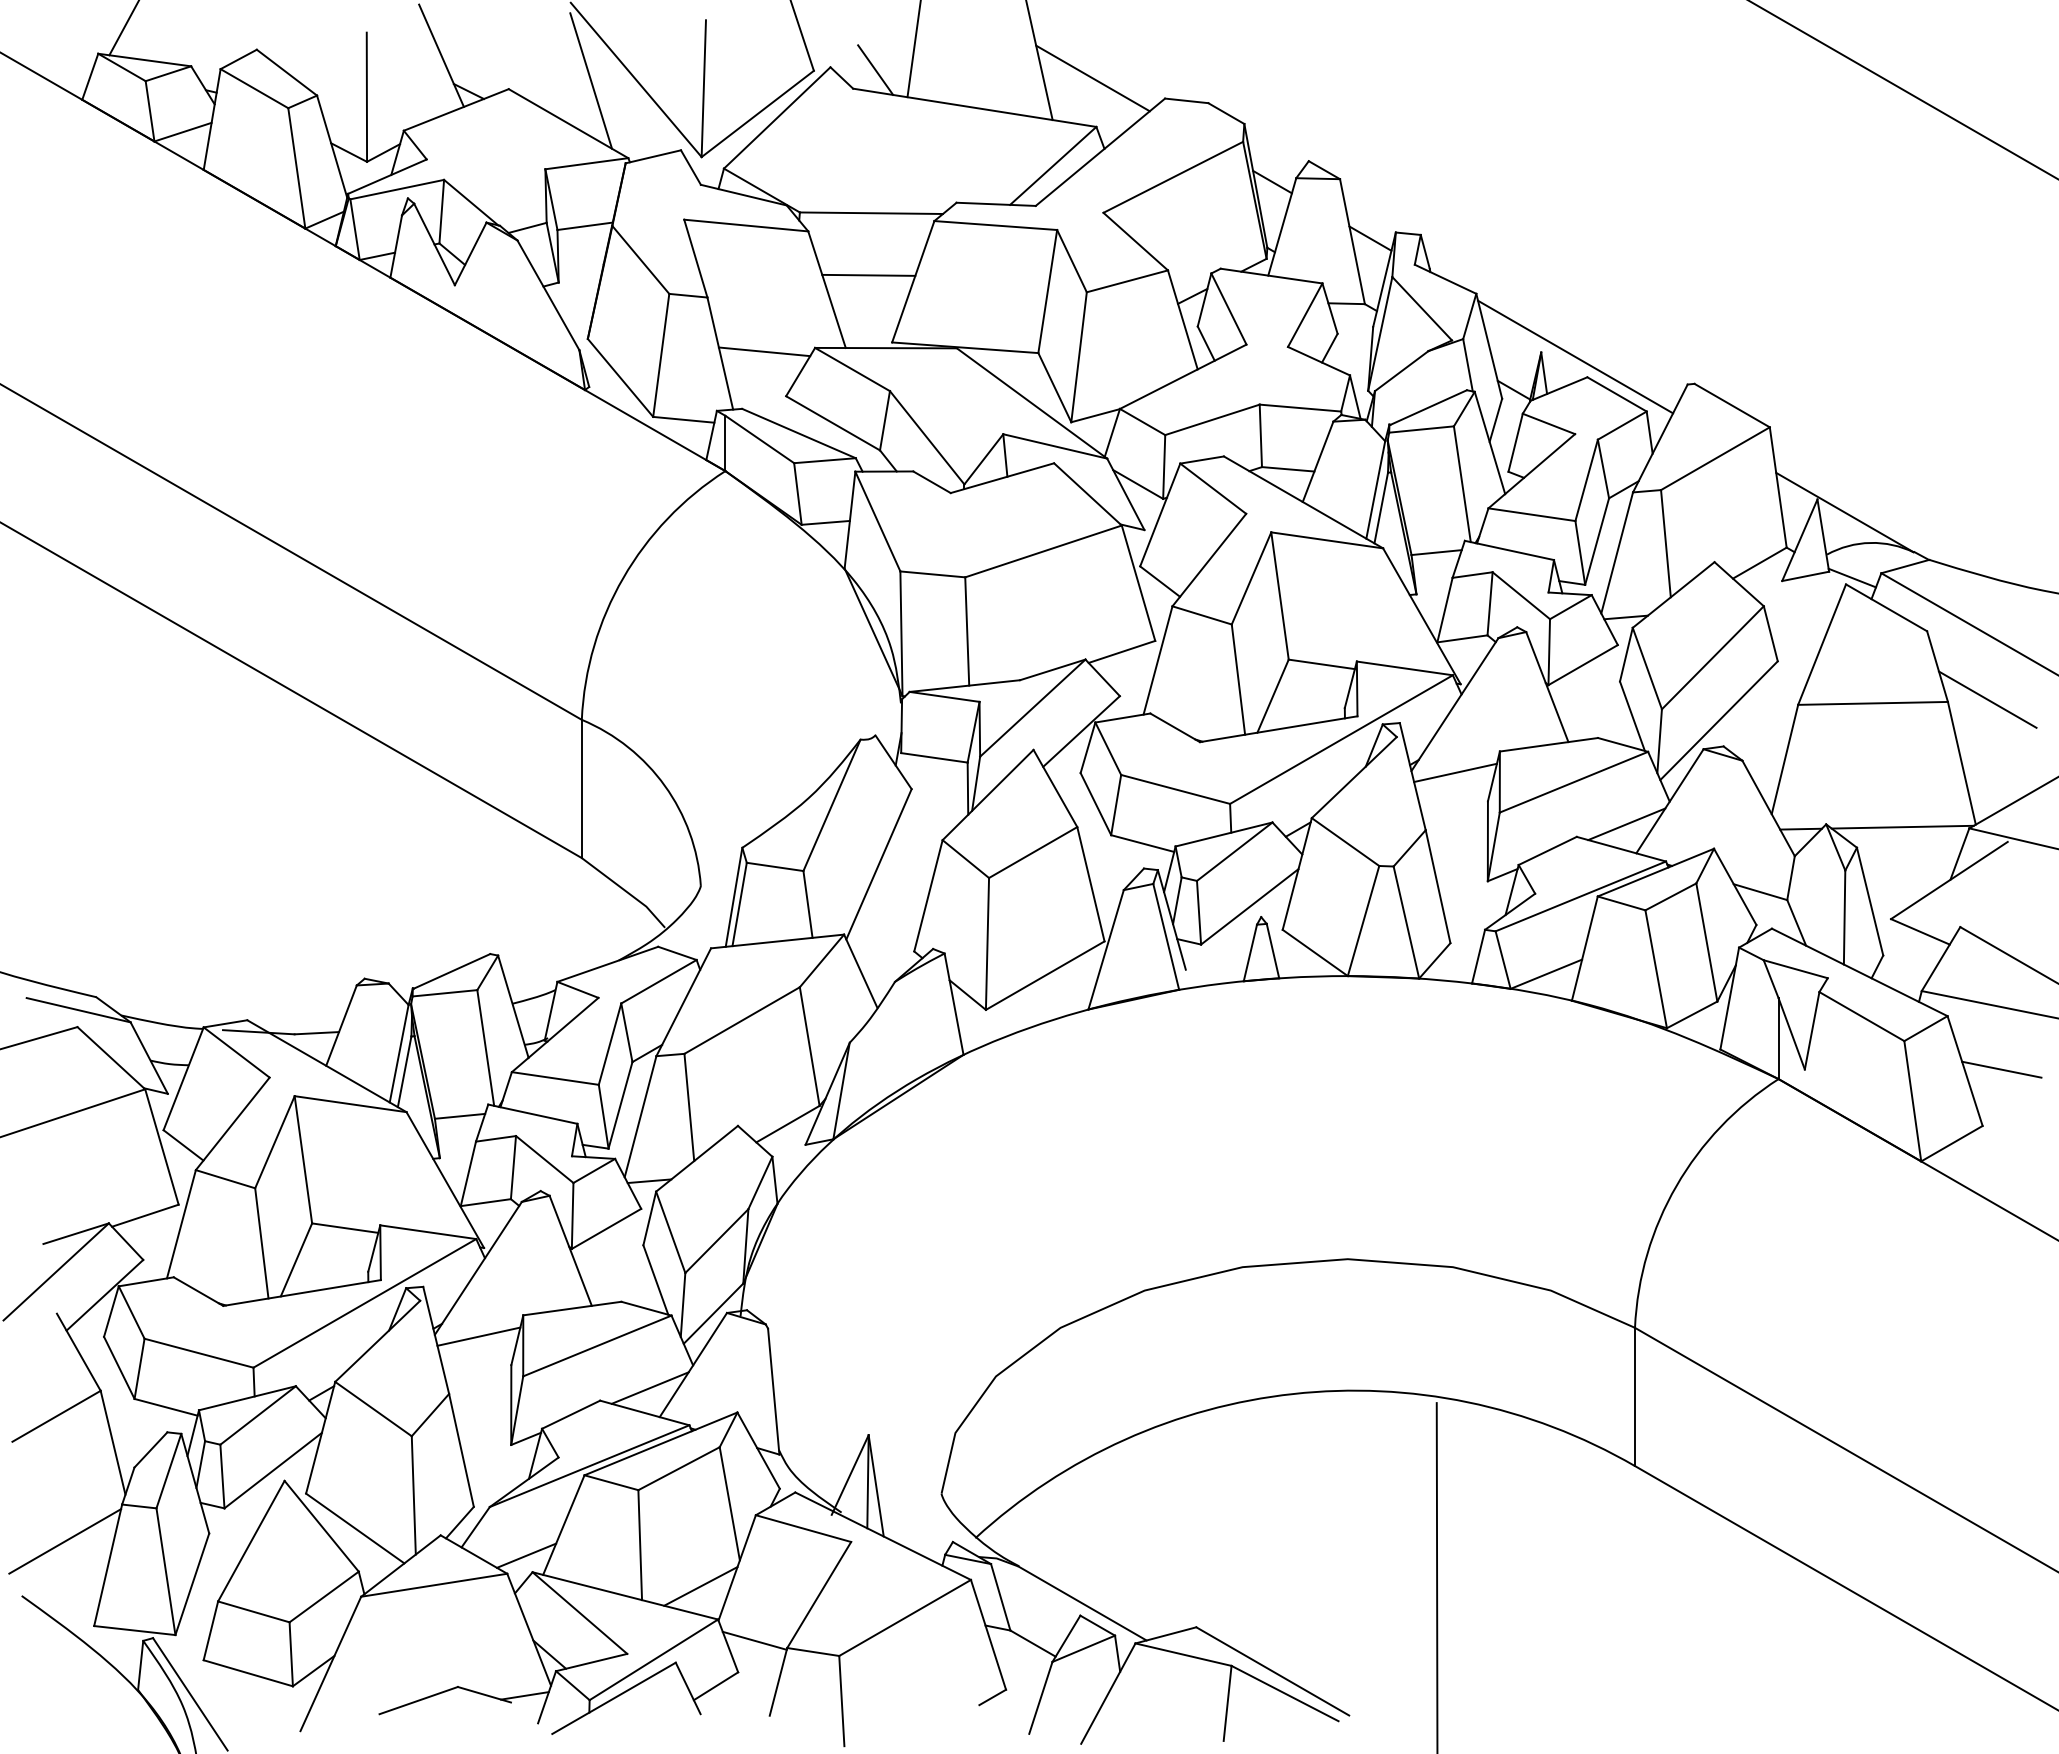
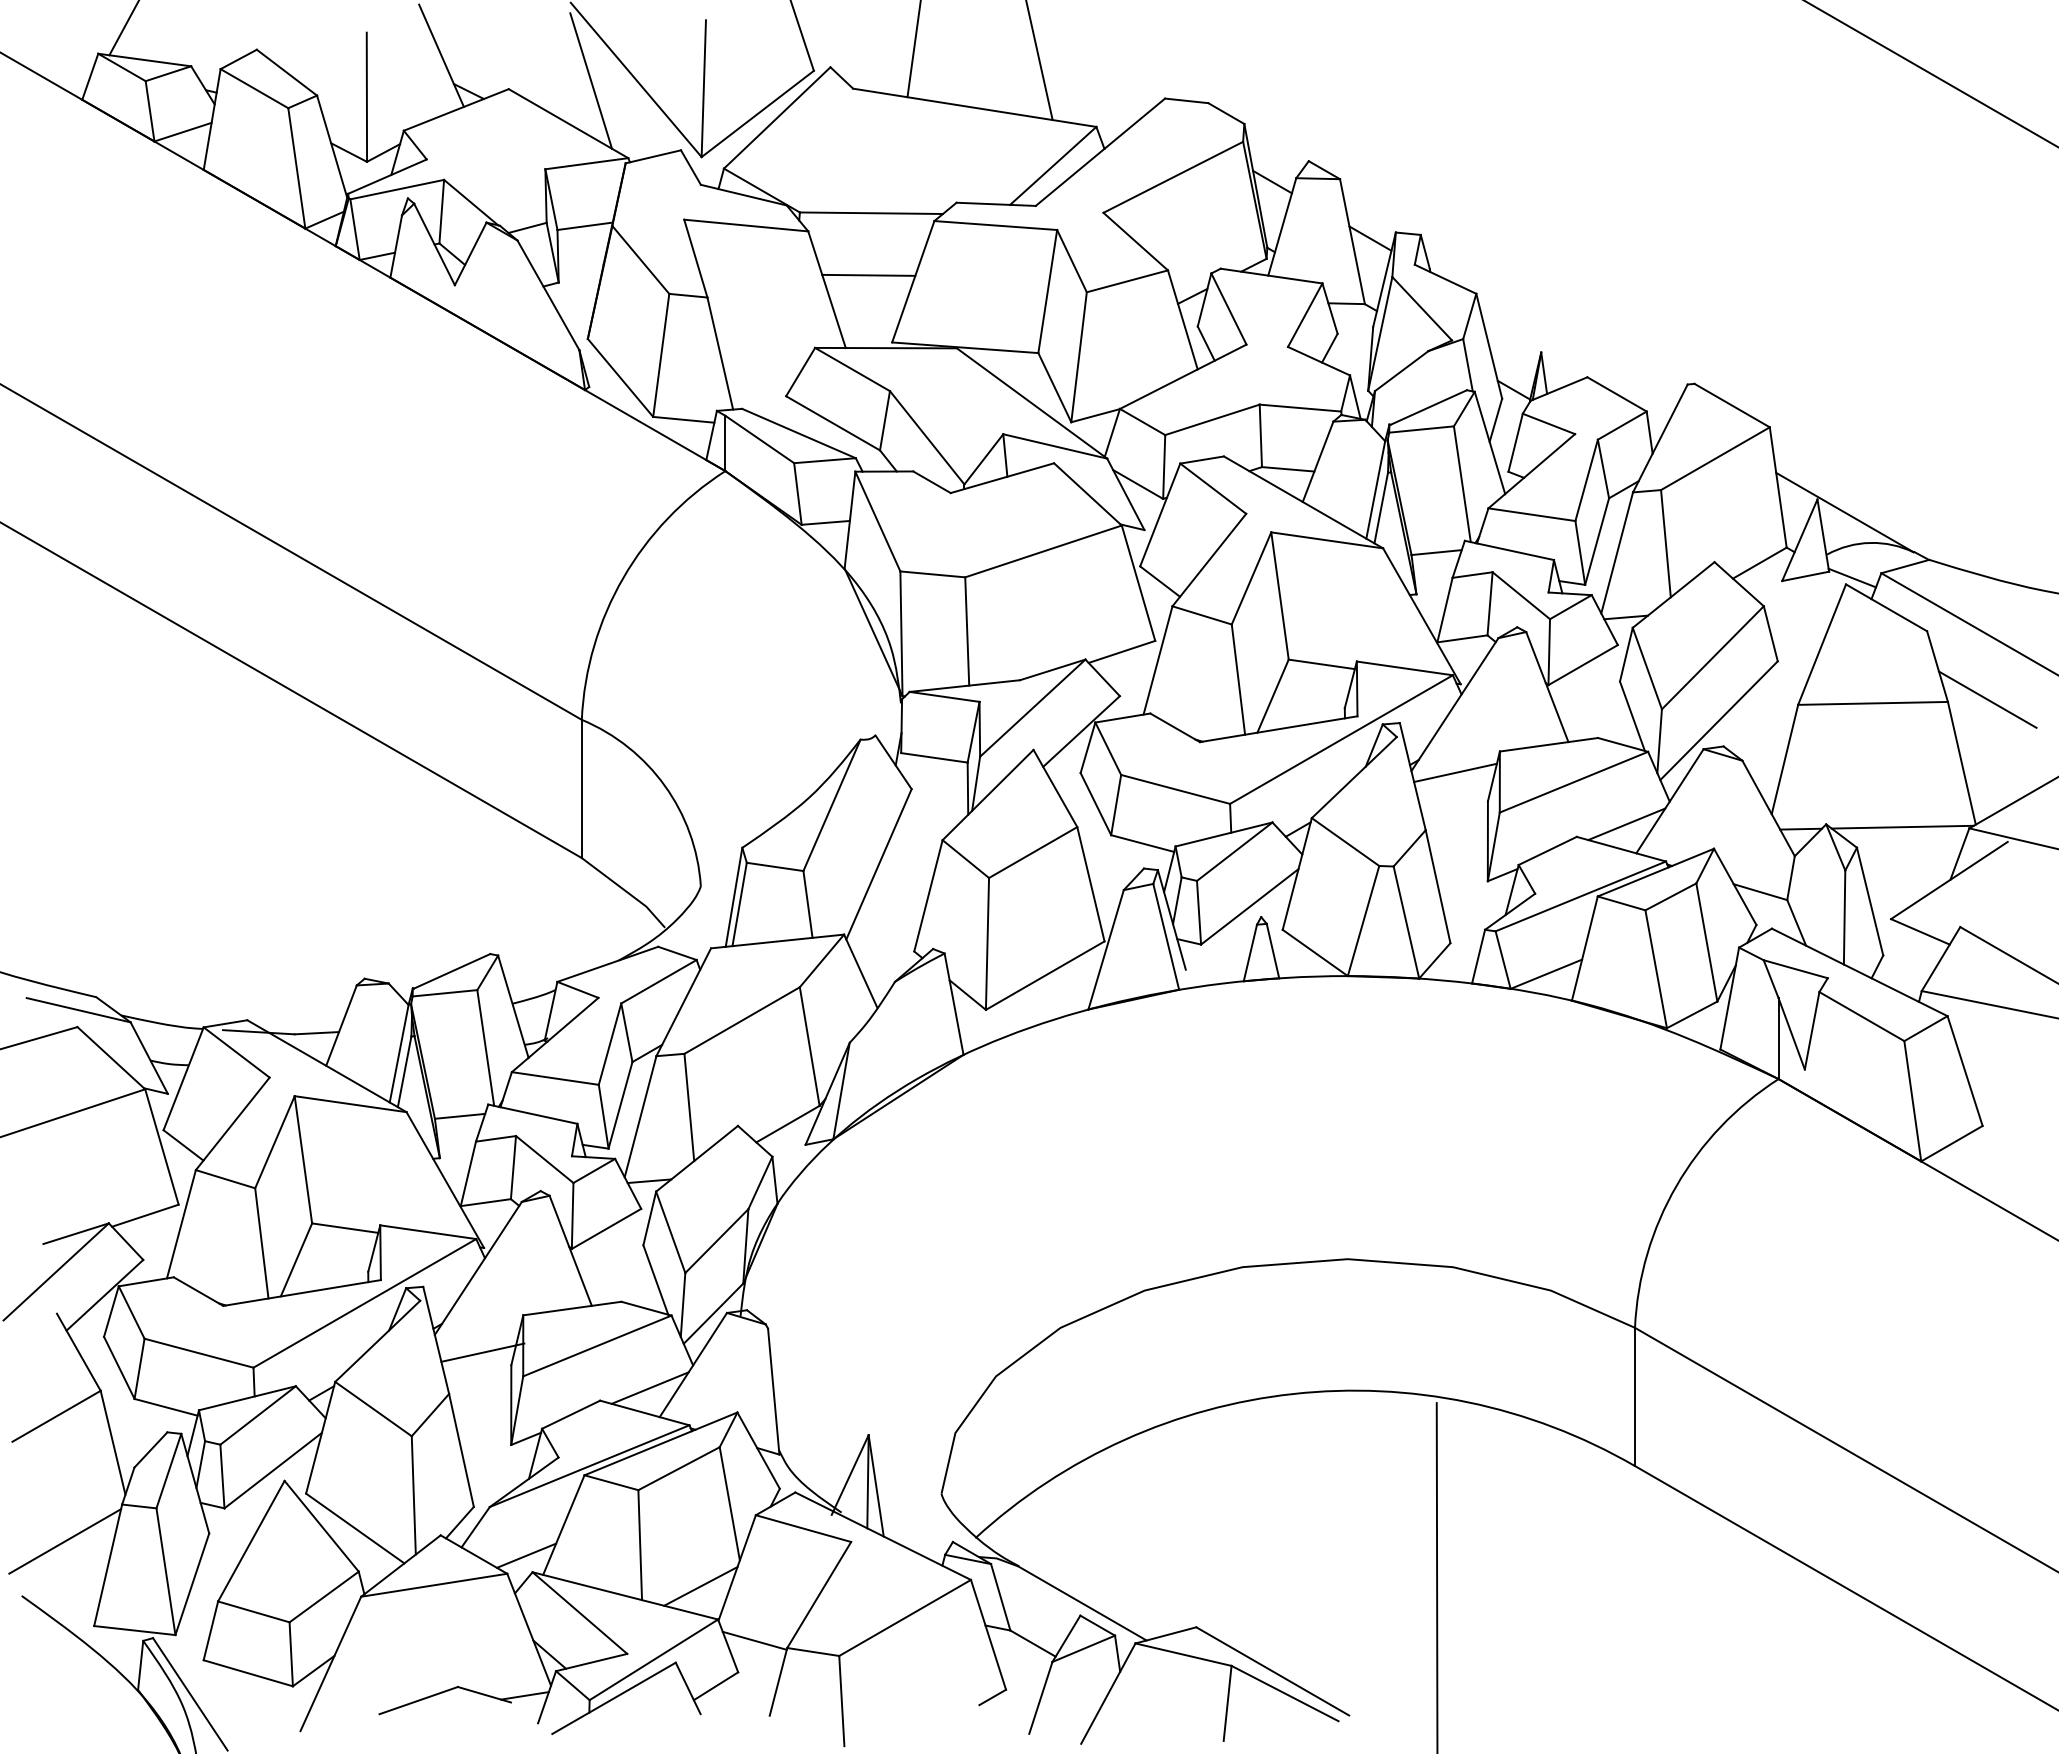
line at (875, 69): present -> none
line at (1092, 78): present -> none
line at (1903, 89) position: (1903, 89) -> (1931, 73)
line at (764, 351): present -> none
line at (1575, 356): present -> none
line at (2001, 1069): present -> none
line at (478, 1336) position: (478, 1336) -> (482, 1352)
